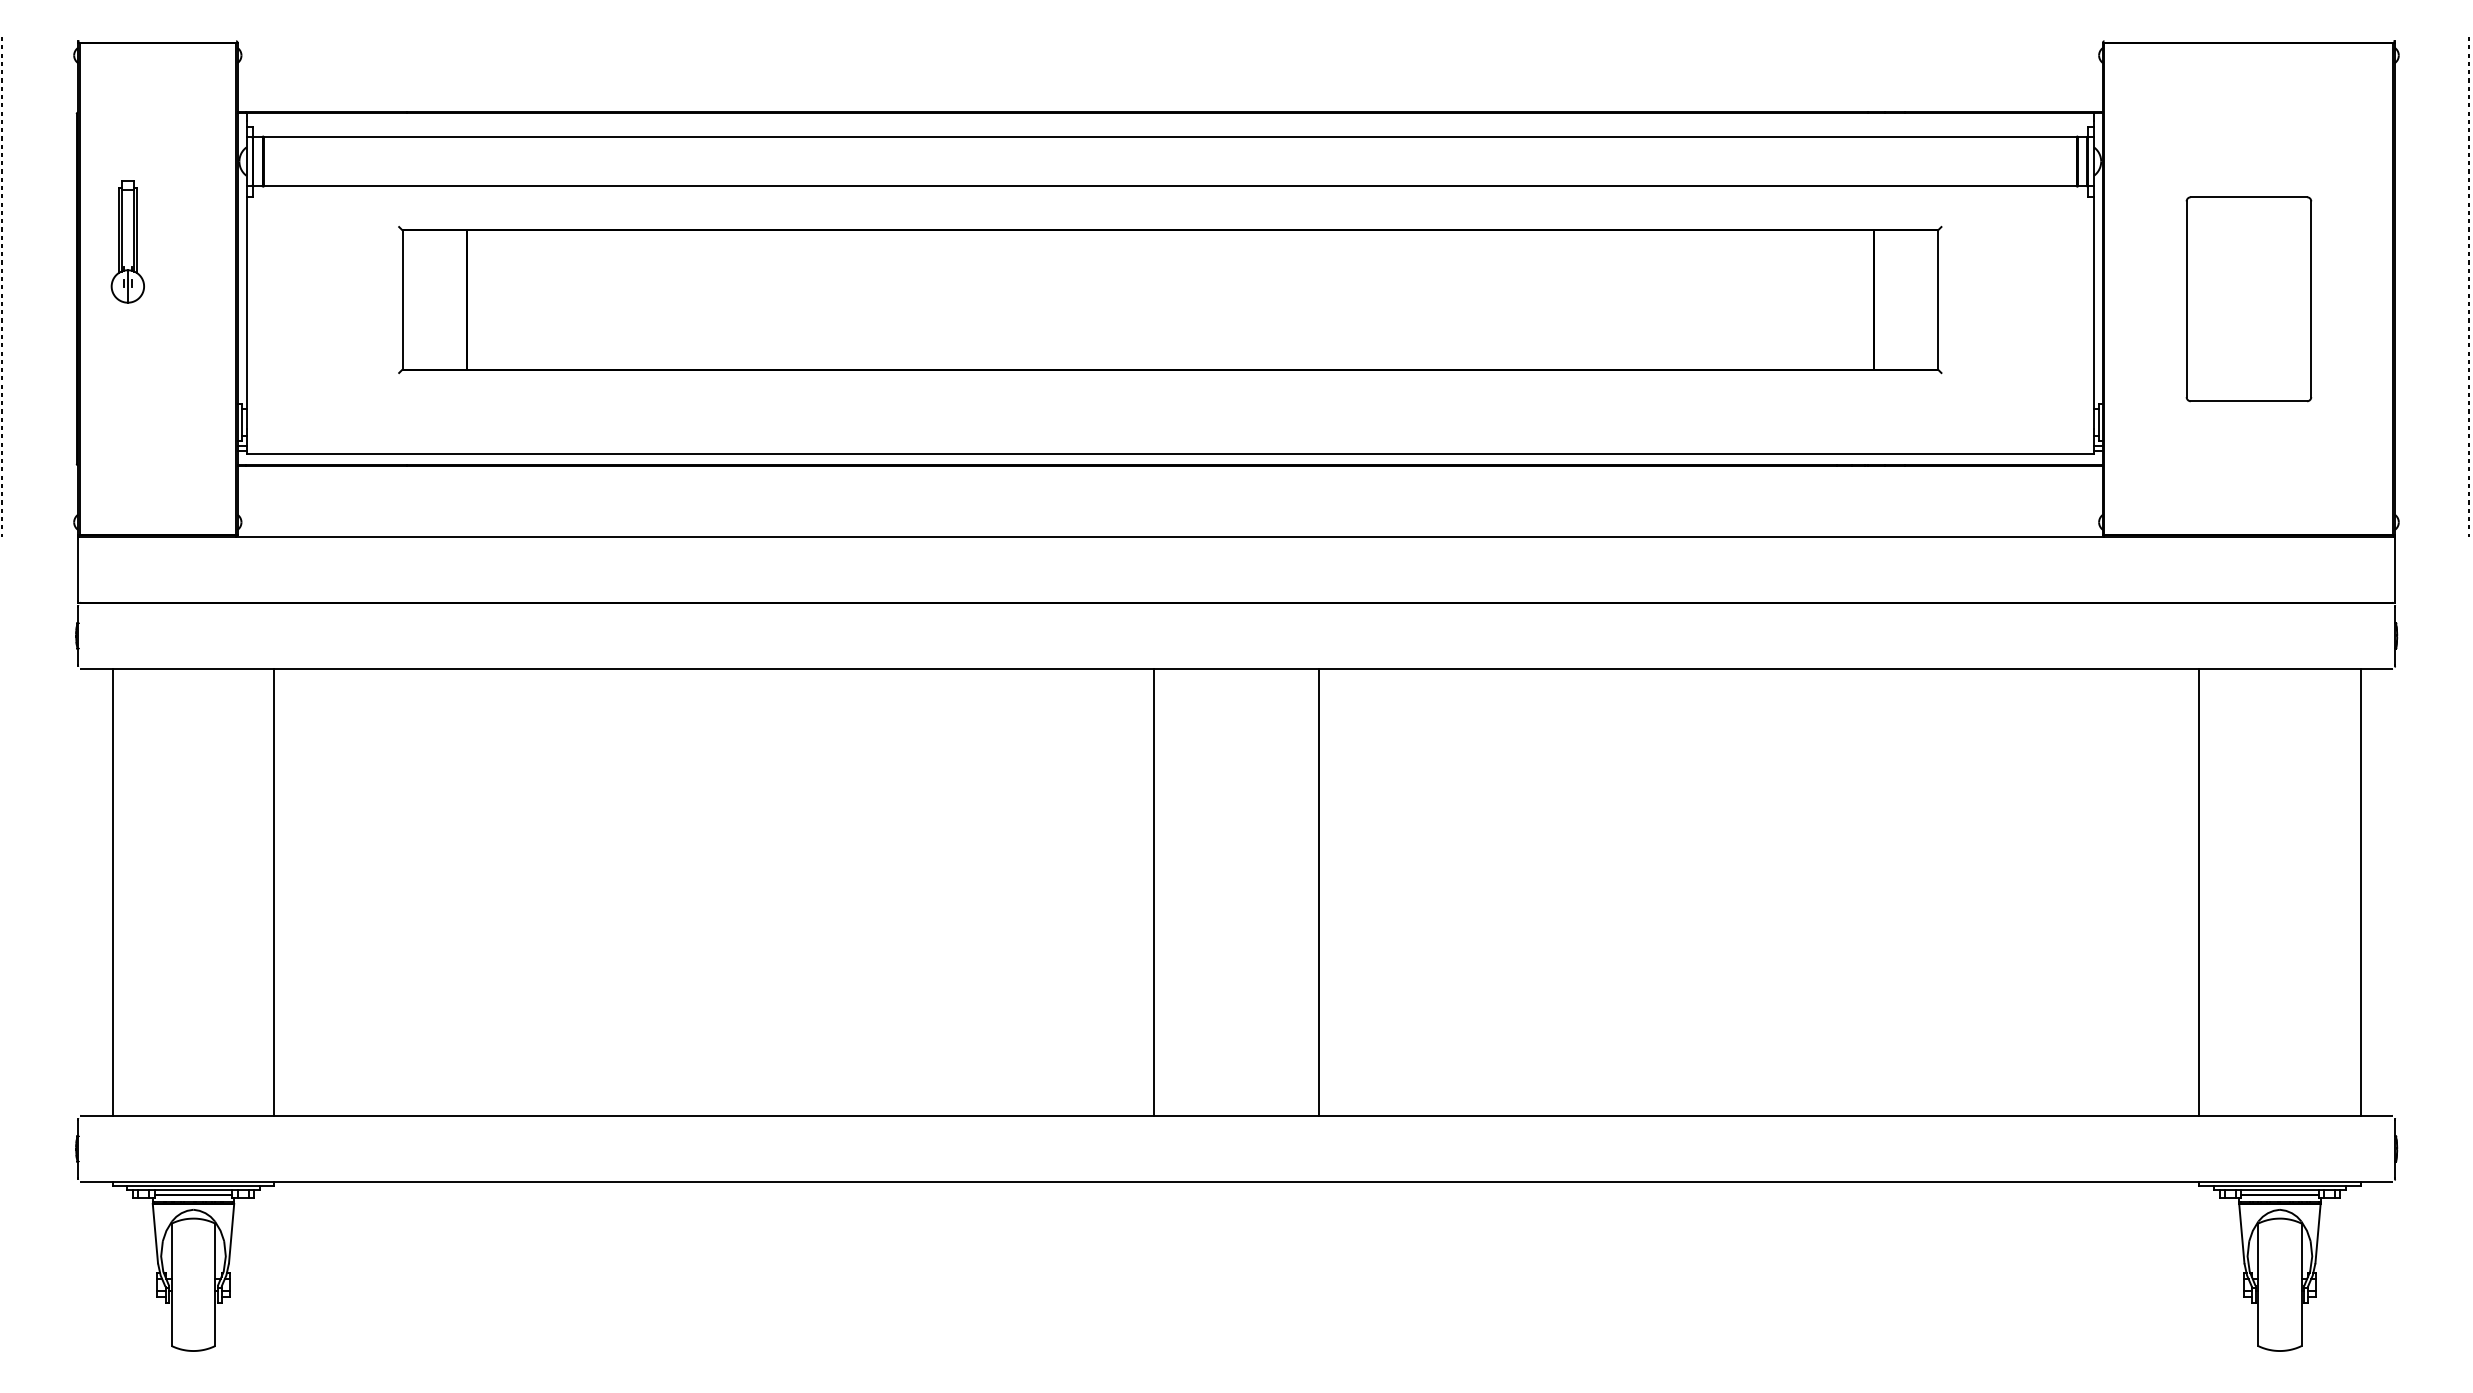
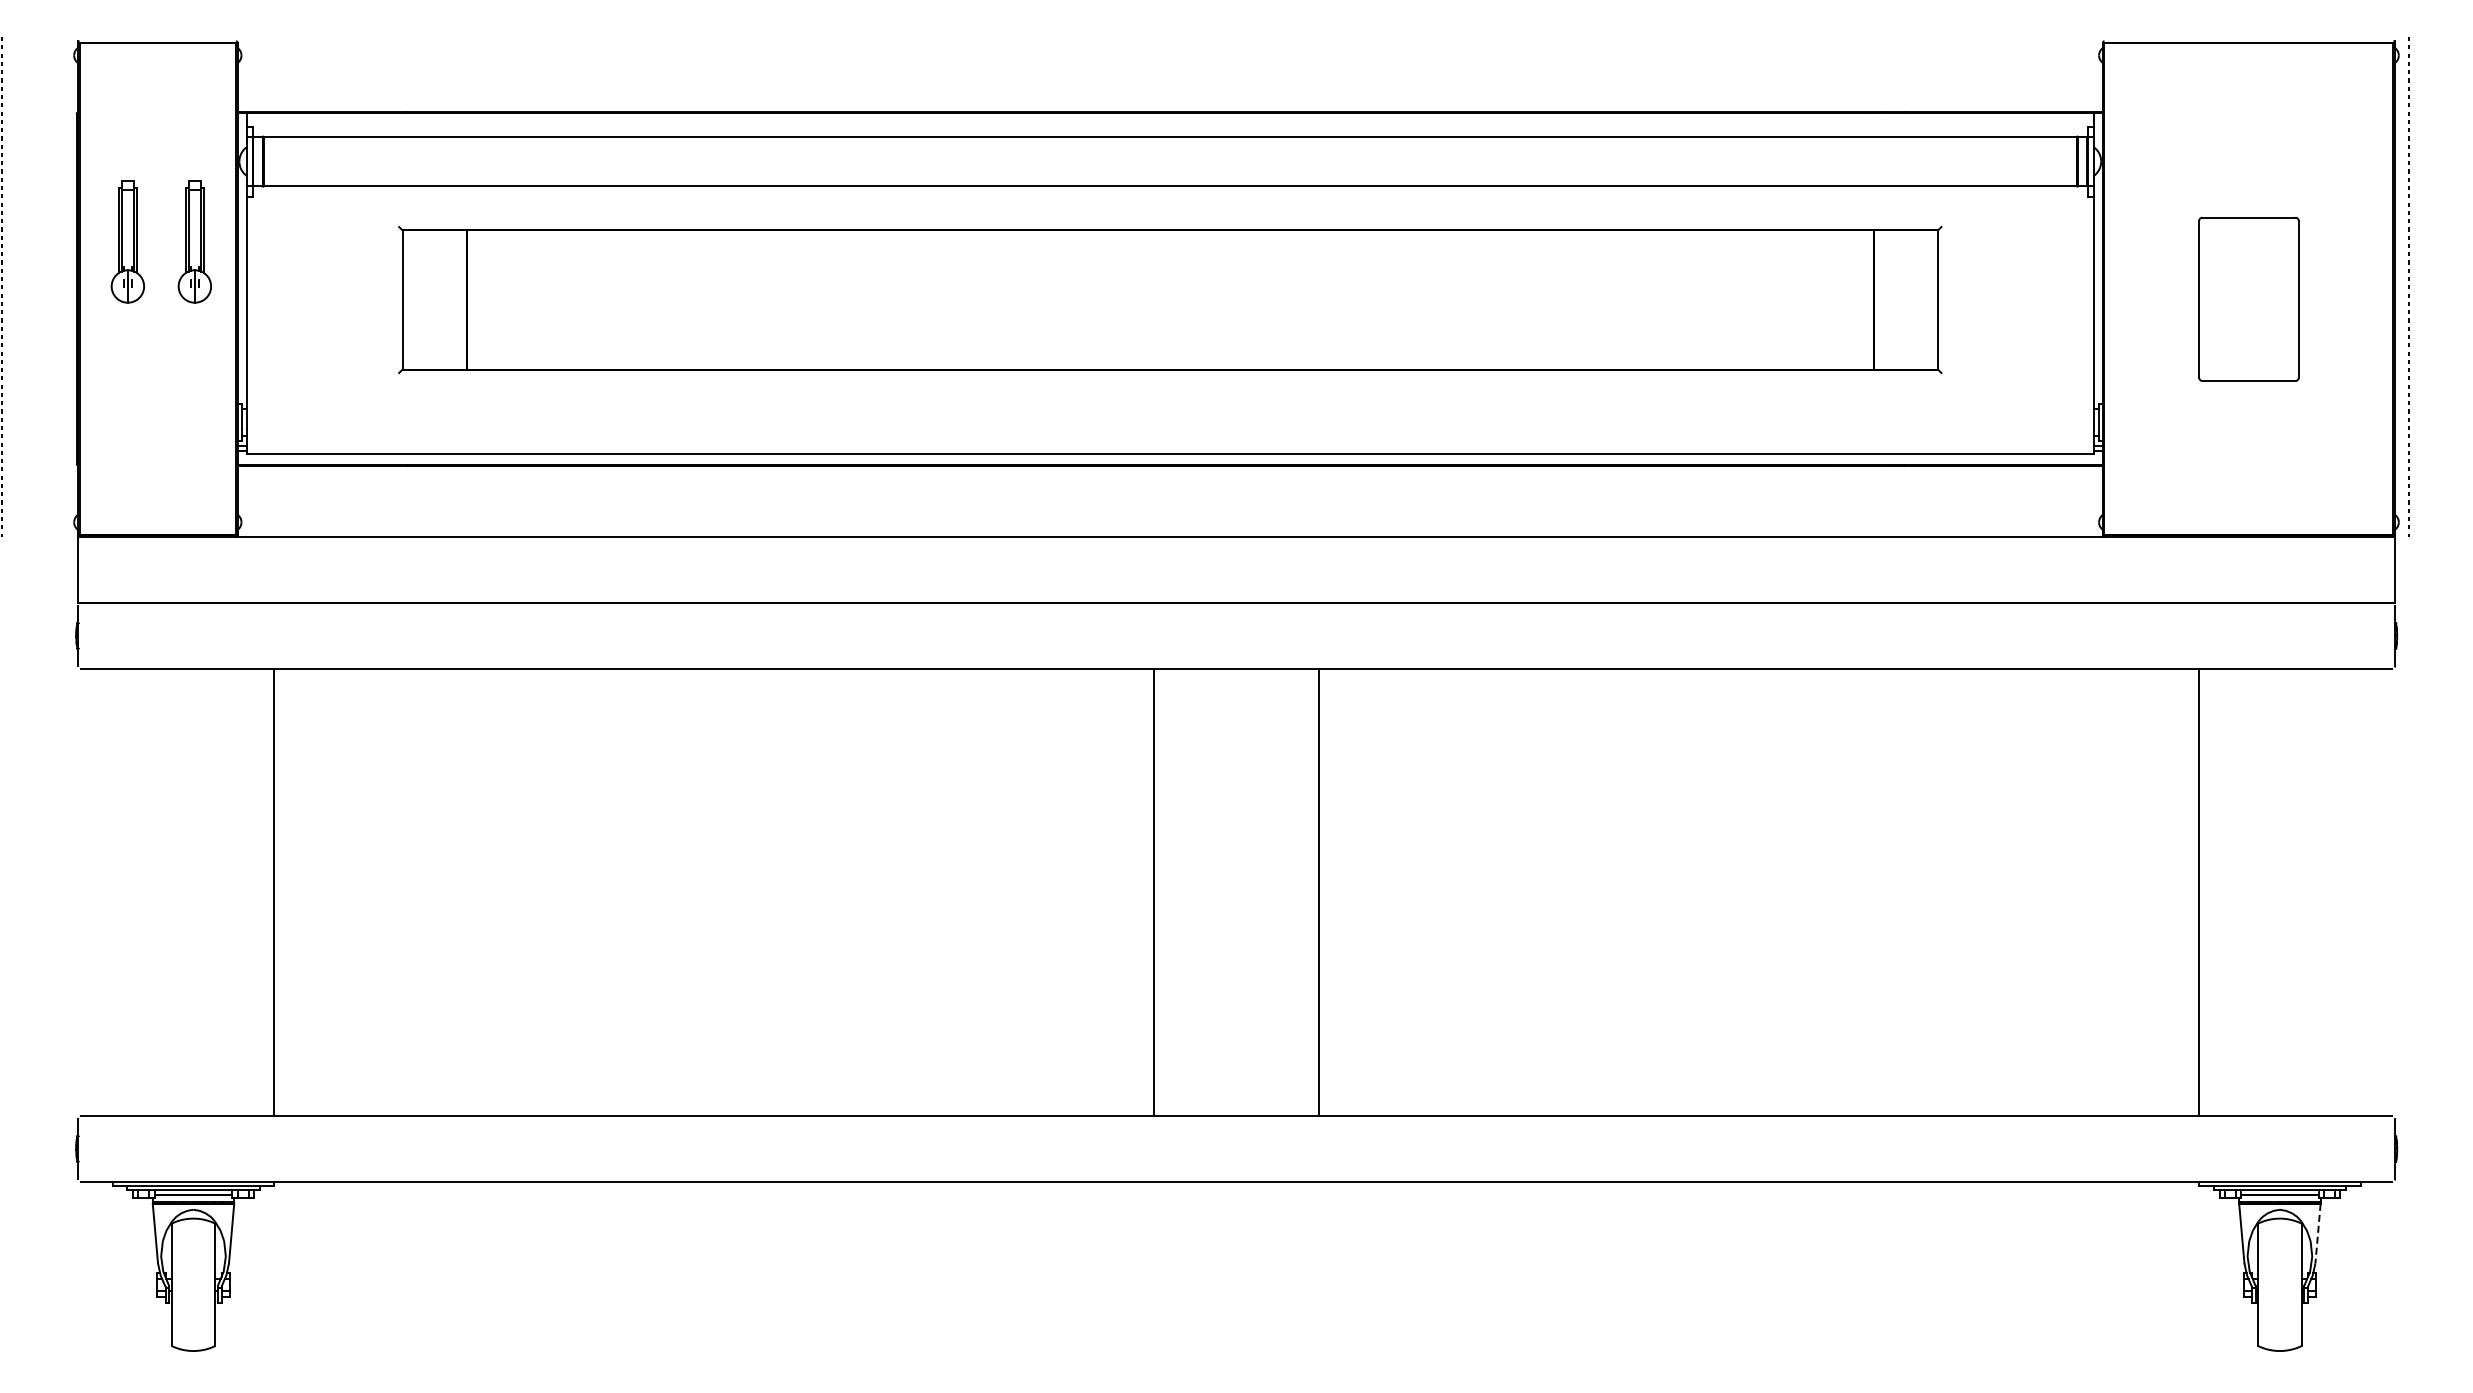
part at (194, 241): none -> present
line at (2468, 286) position: (2468, 286) -> (2408, 286)
part at (2248, 299) size: 128x207 px -> 102x166 px
line at (112, 892): present -> none
line at (2360, 892): present -> none
line at (2318, 1233): solid -> dashed
